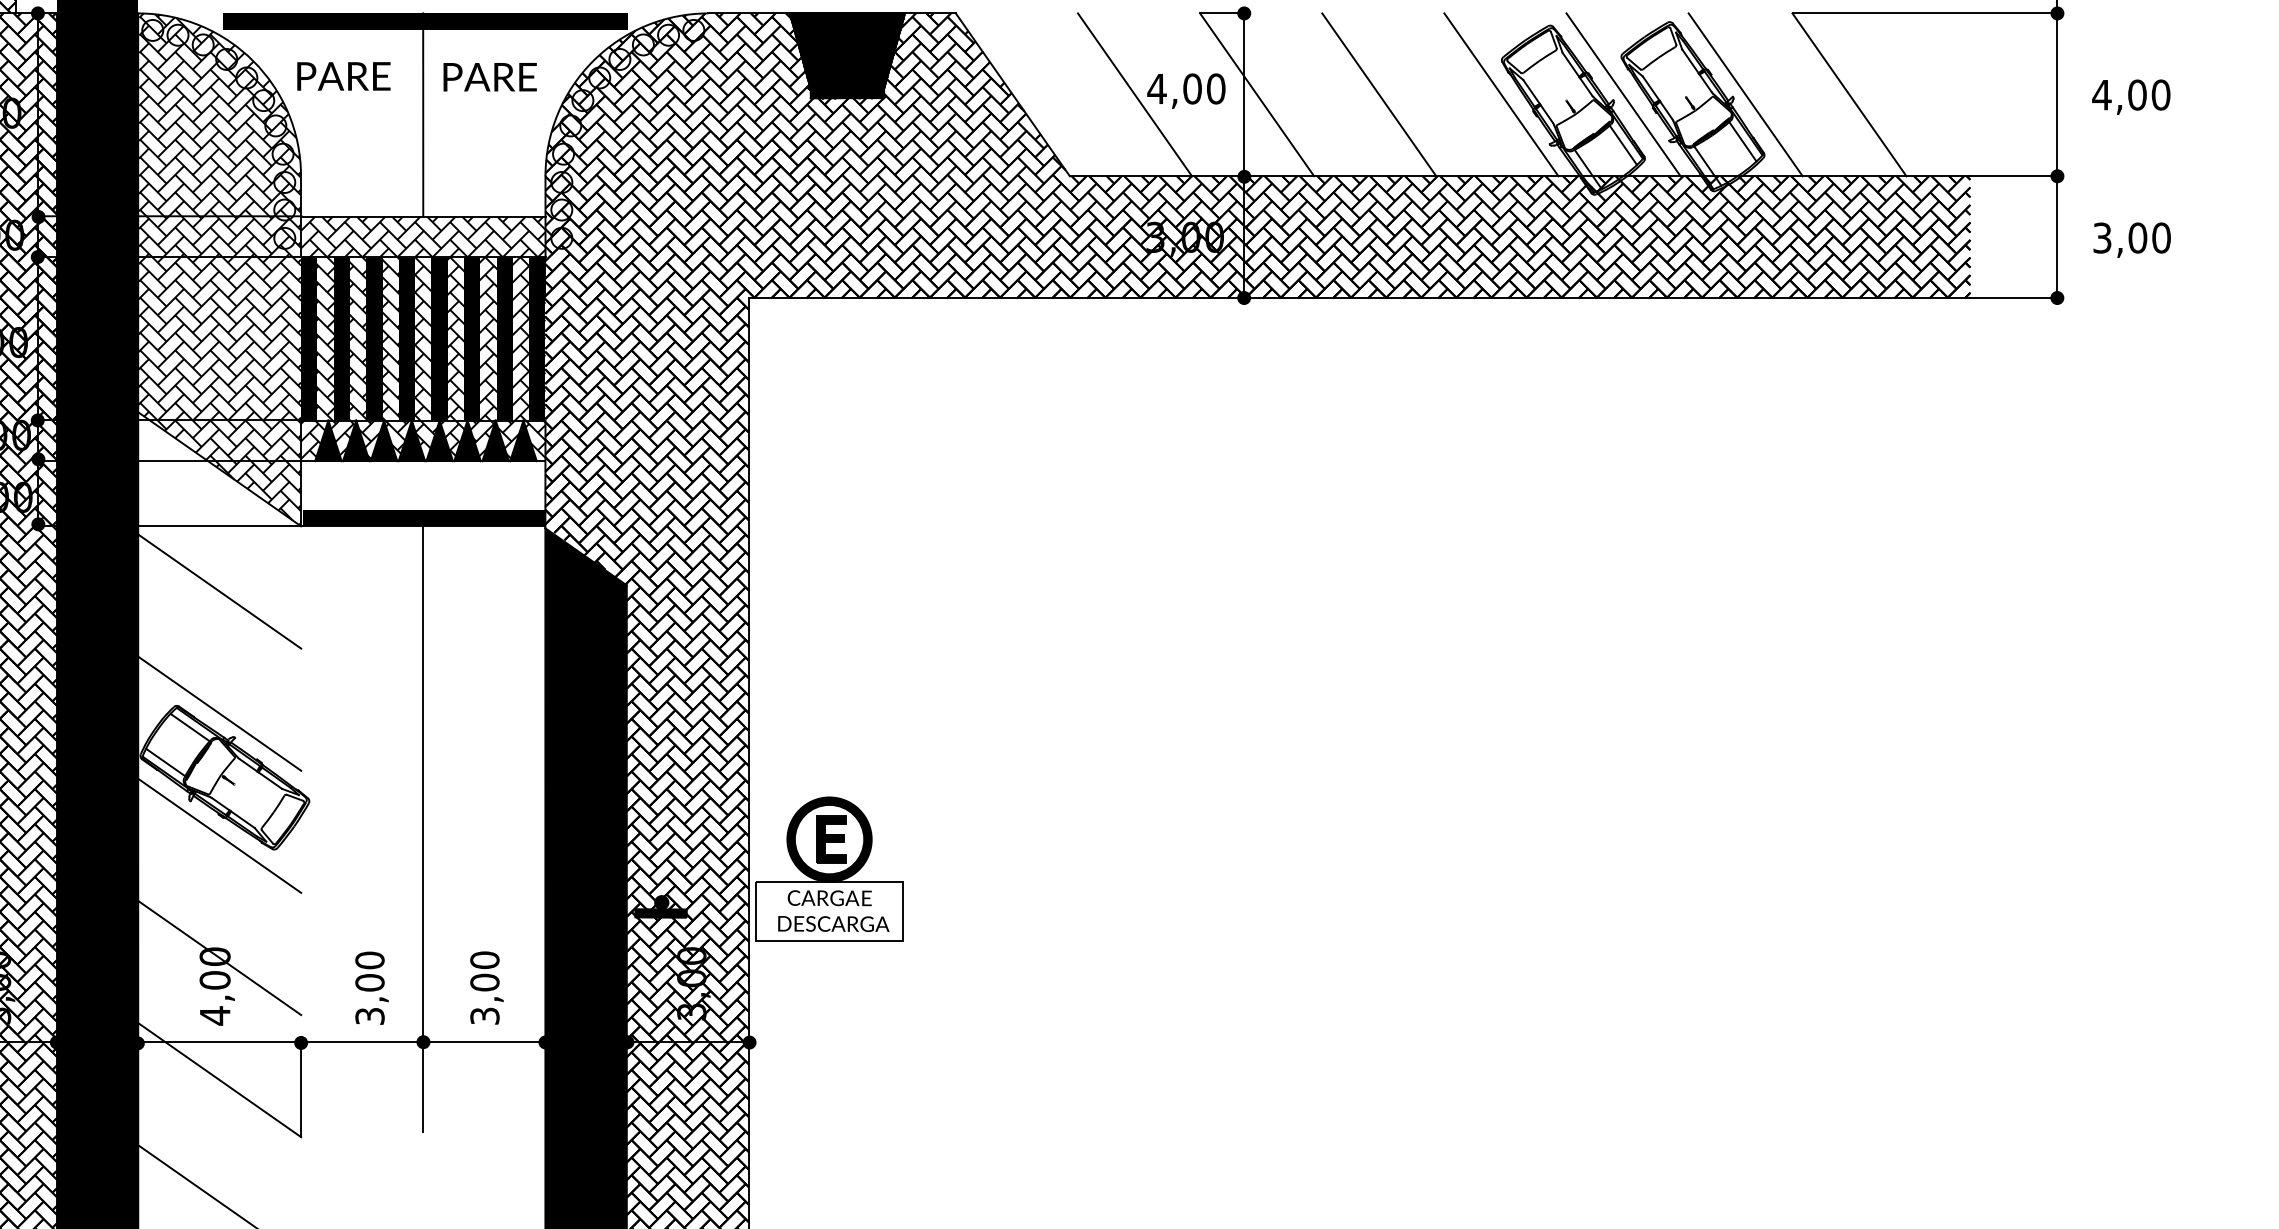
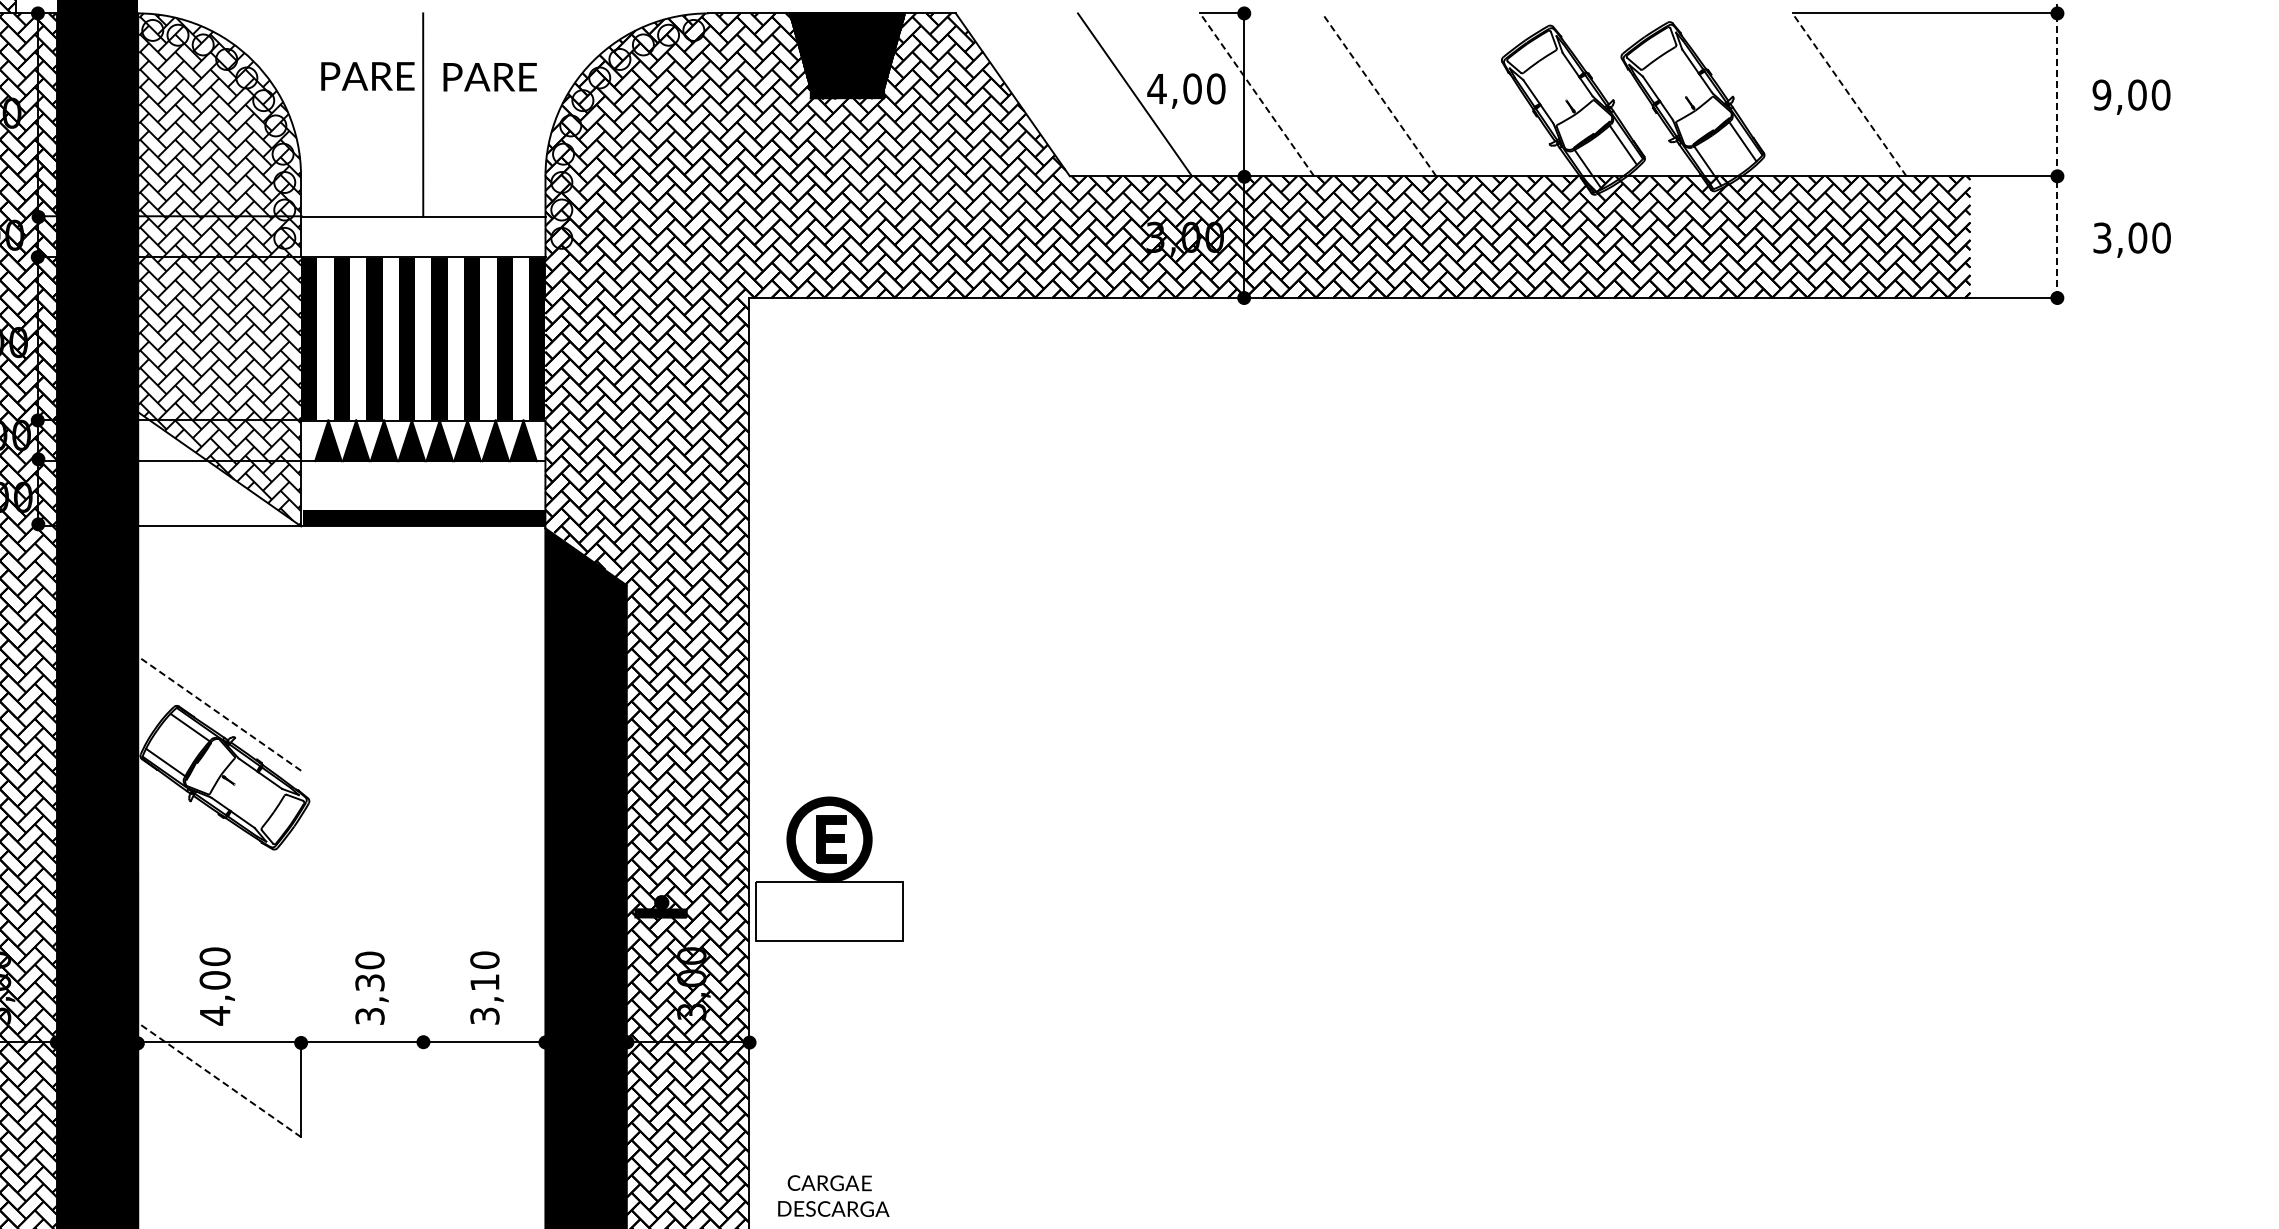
fill at (424, 21): present -> none
text at (343, 76) position: (343, 76) -> (367, 76)
line at (1256, 94): solid -> dashed
line at (1379, 94): solid -> dashed
line at (1501, 94): present -> none
line at (1623, 94): present -> none
line at (1745, 94): present -> none
line at (1849, 94): solid -> dashed
text at (2101, 94): 4,00 -> 9,00
line at (2057, 149): solid -> dashed
hatch at (422, 338): present -> none
line at (219, 591): present -> none
line at (219, 713): solid -> dashed
line at (423, 826): present -> none
line at (219, 835): present -> none
text at (833, 910) position: (833, 910) -> (833, 1195)
line at (219, 957): present -> none
text at (369, 982): 3,00 -> 3,30
text at (484, 982): 3,00 -> 3,10
line at (219, 1079): solid -> dashed
line at (195, 1185): present -> none
